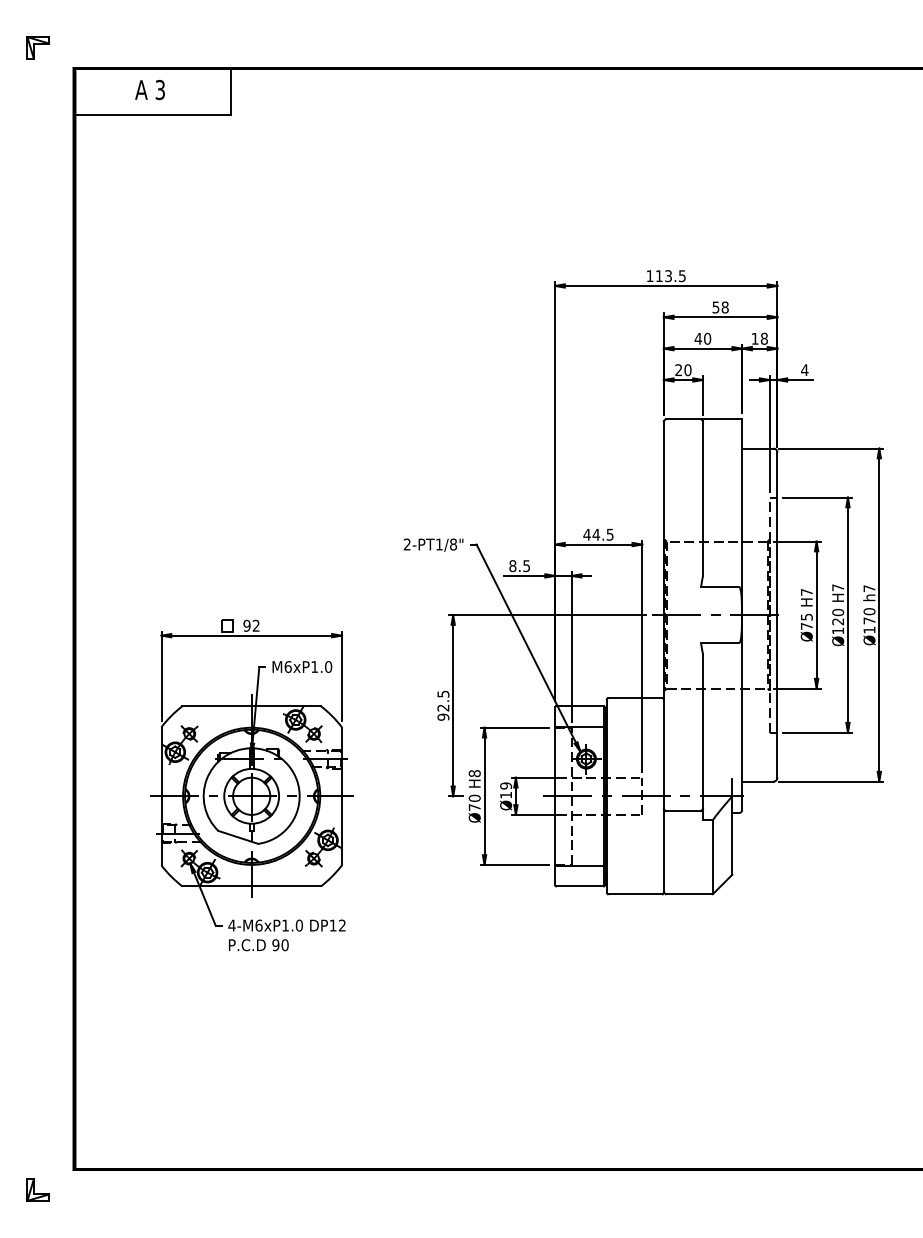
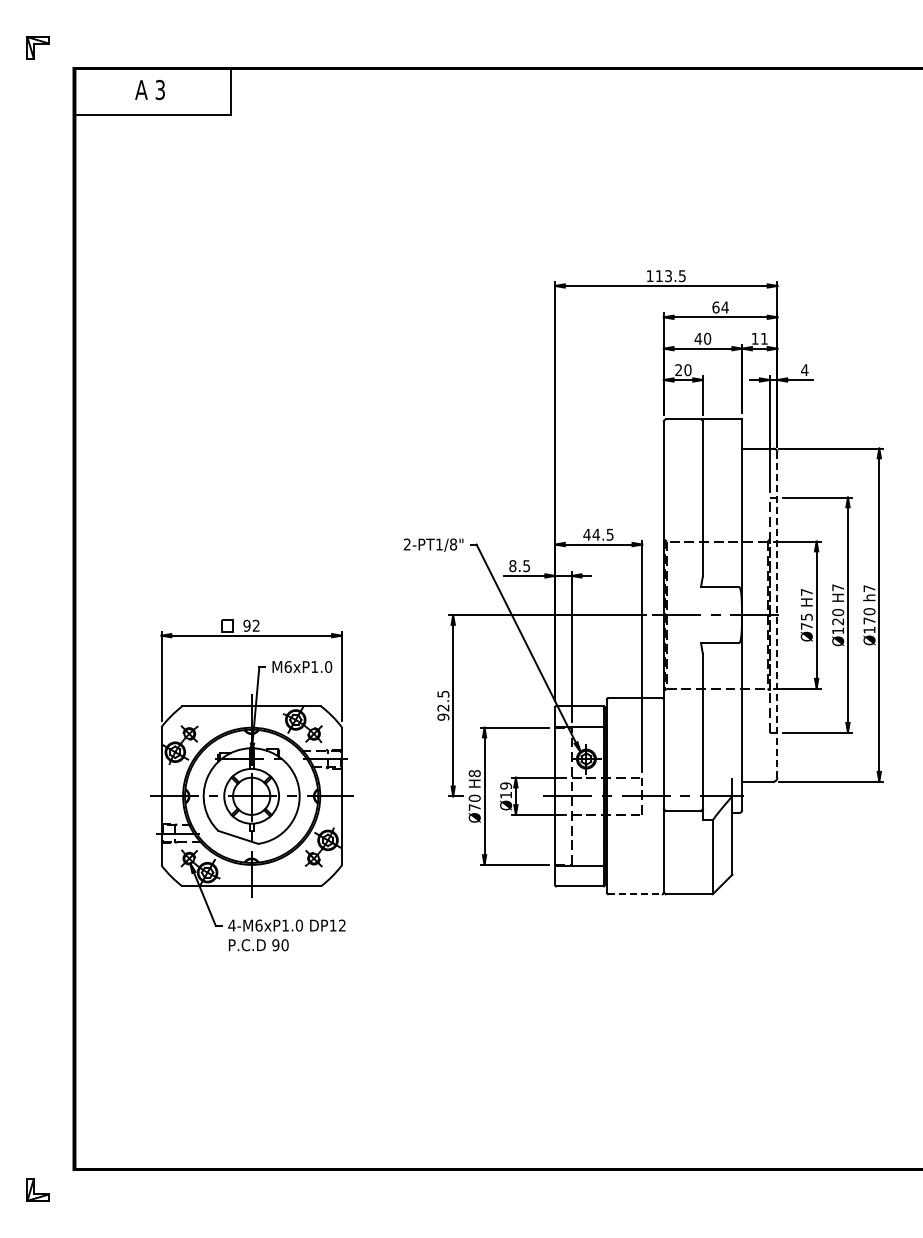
text at (720, 307): 58 -> 64
text at (763, 338): 18 -> 11
line at (777, 615): solid -> dashed
line at (635, 894): solid -> dashed
